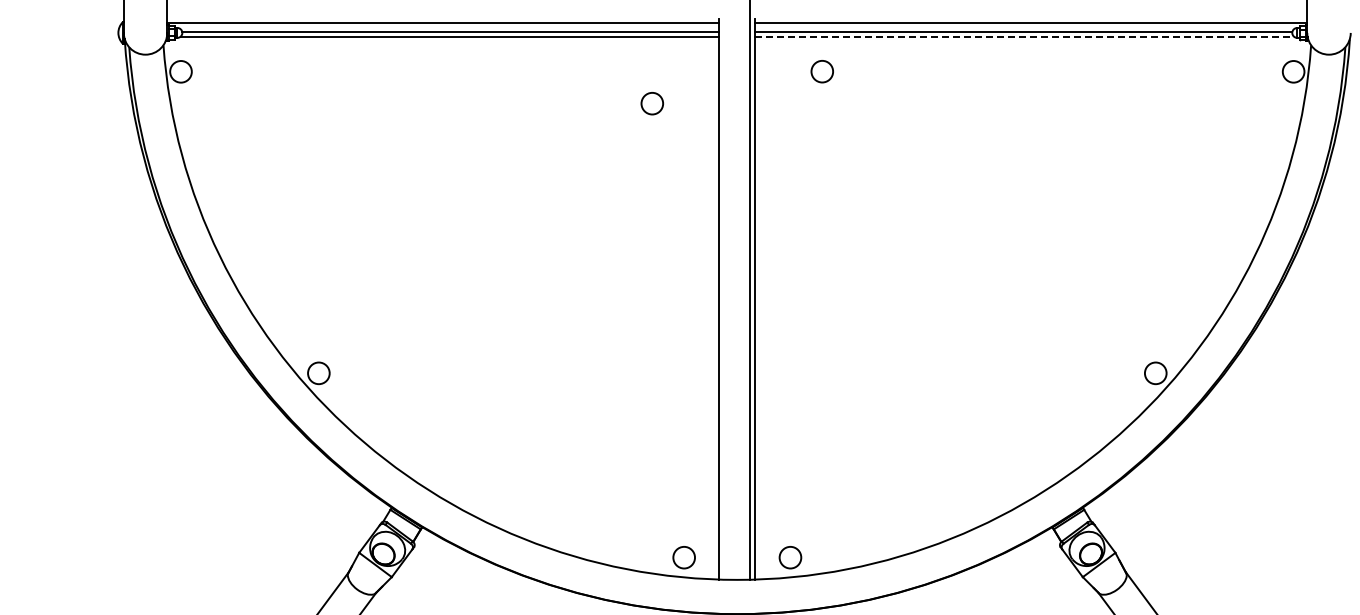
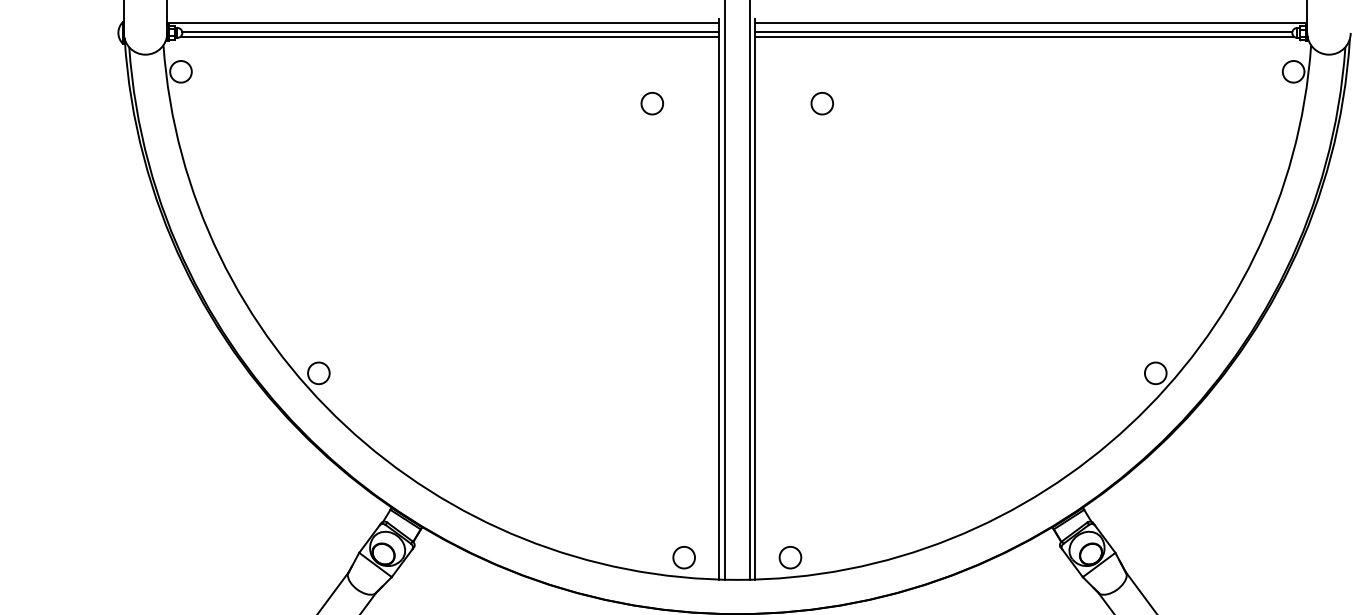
line at (1025, 36): dashed -> solid
circle at (821, 71) position: (821, 71) -> (821, 103)
line at (724, 290): none -> present
